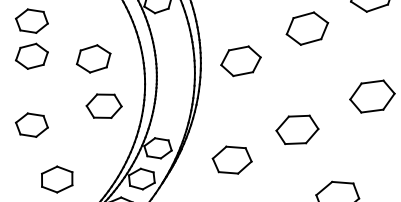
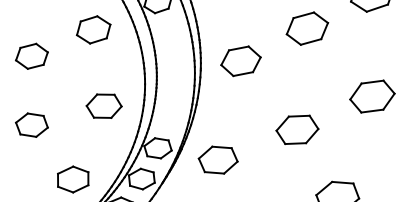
part at (31, 20): present -> none
part at (93, 58) position: (93, 58) -> (93, 29)
part at (231, 159) position: (231, 159) -> (217, 159)
part at (57, 179) position: (57, 179) -> (73, 179)
